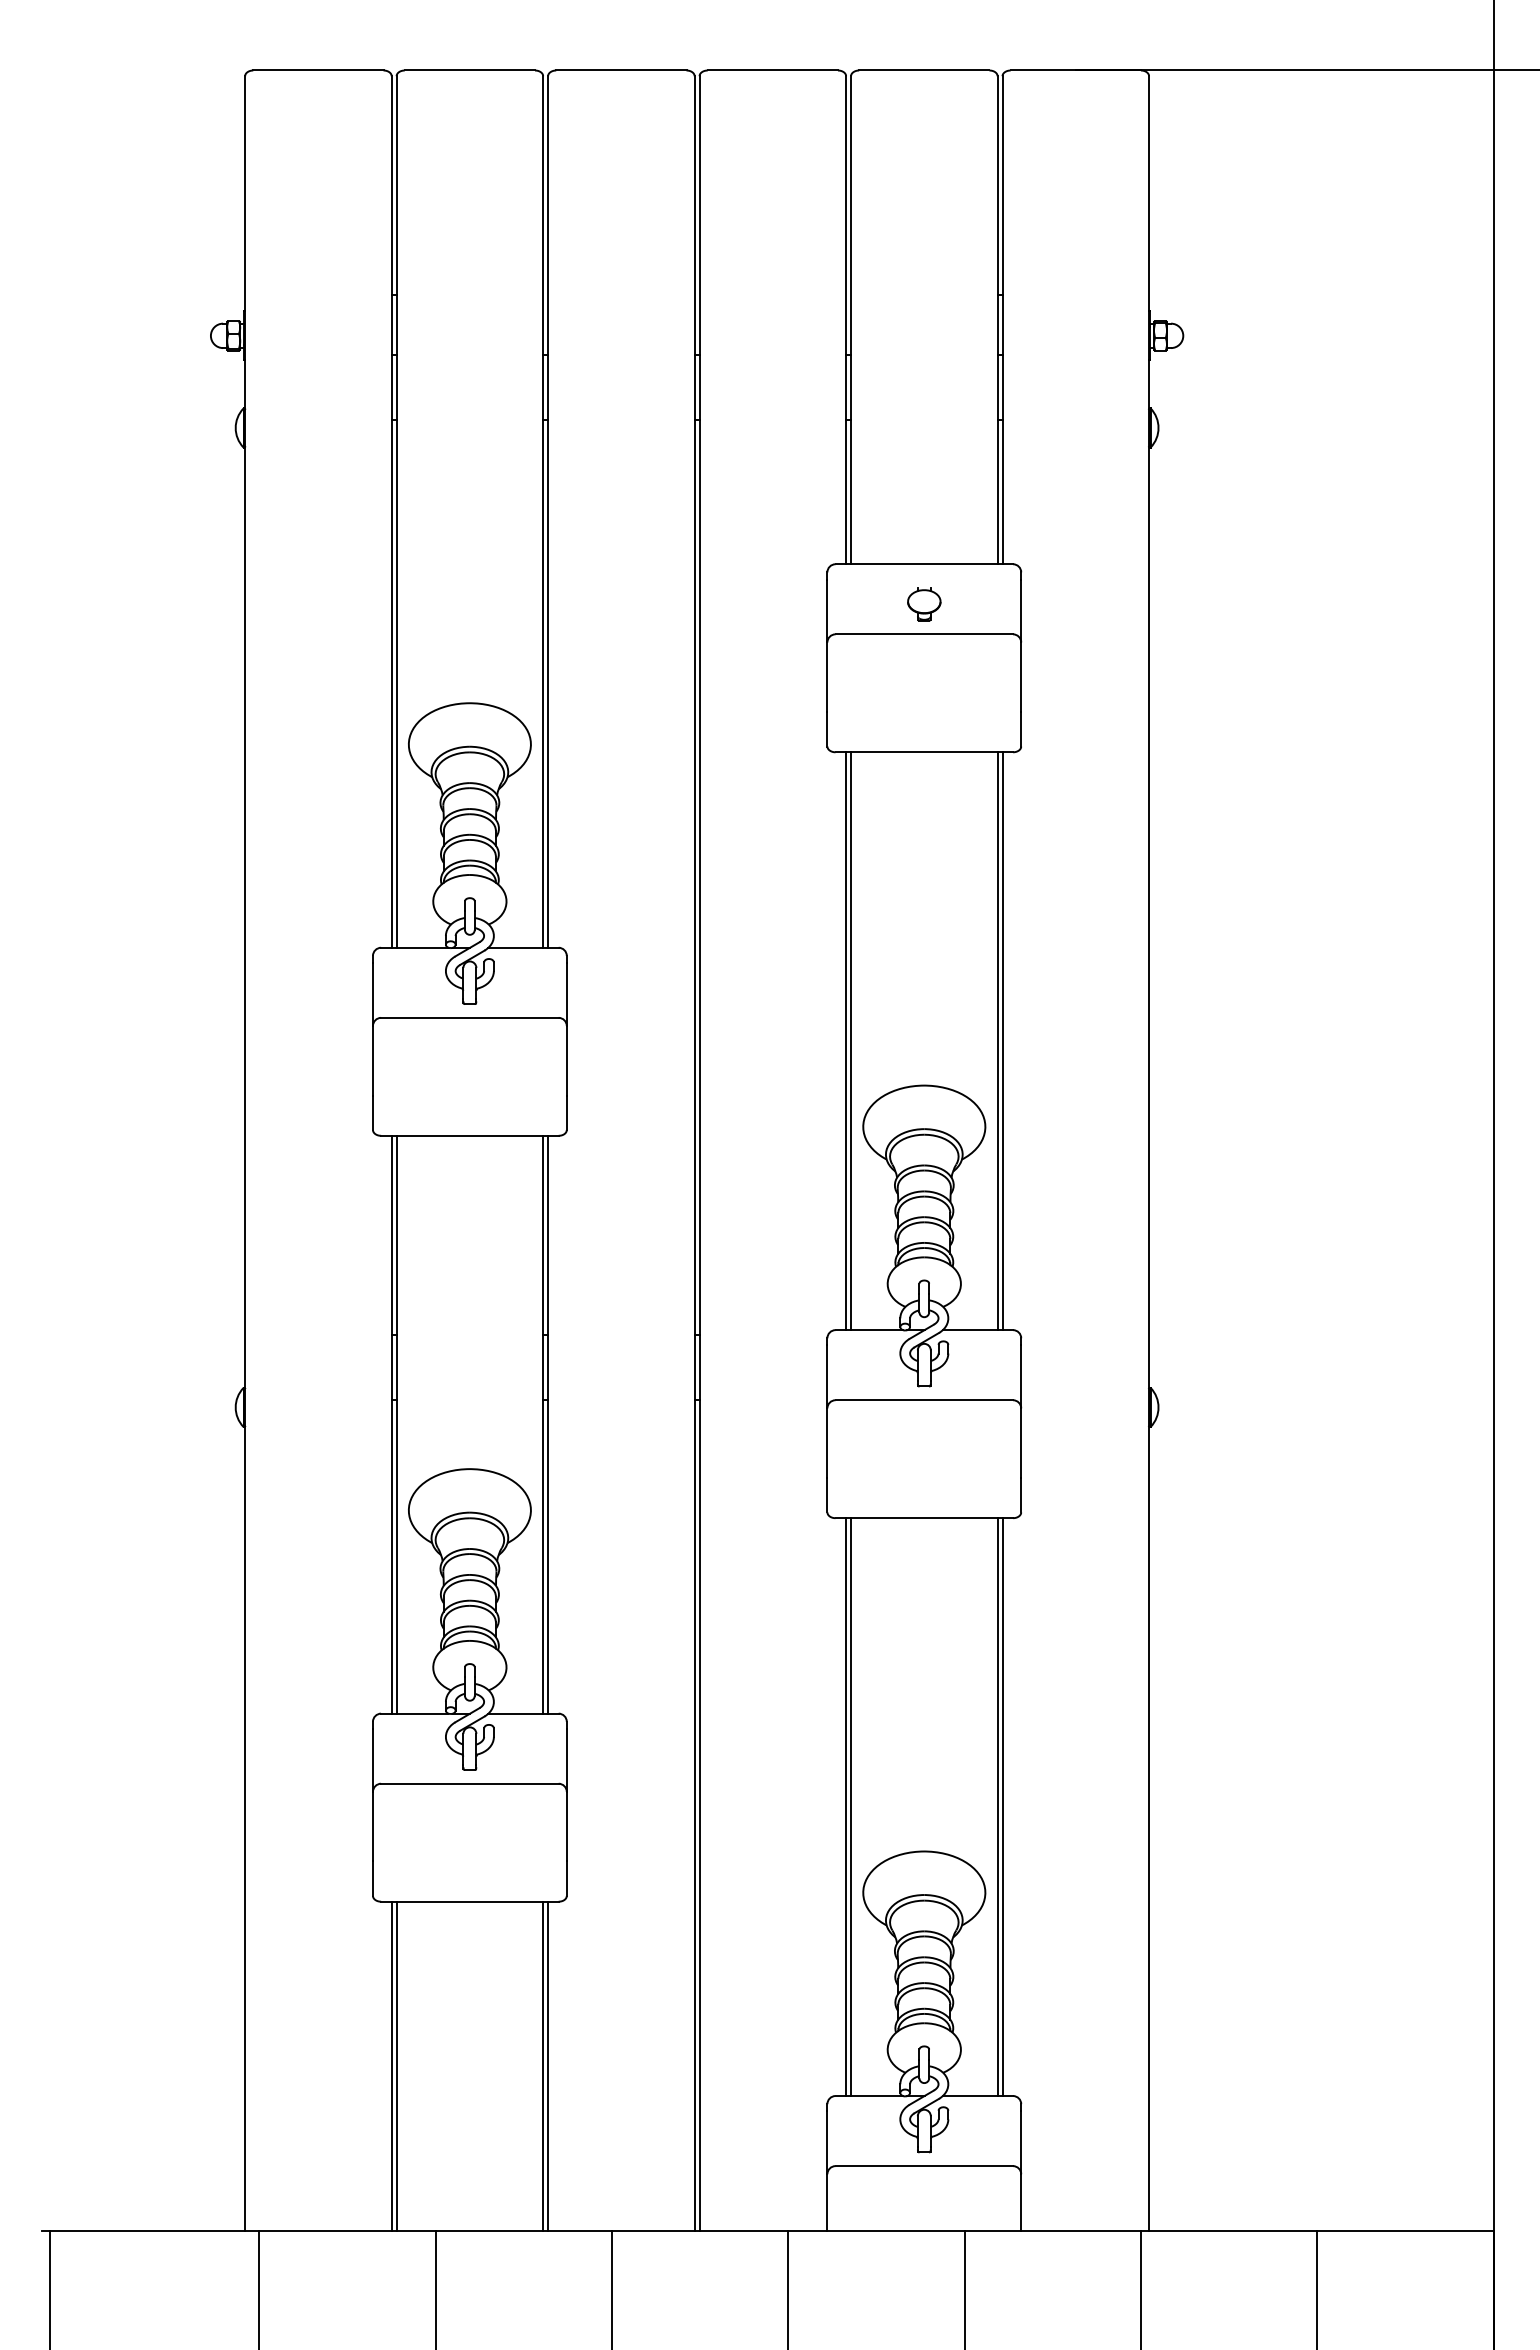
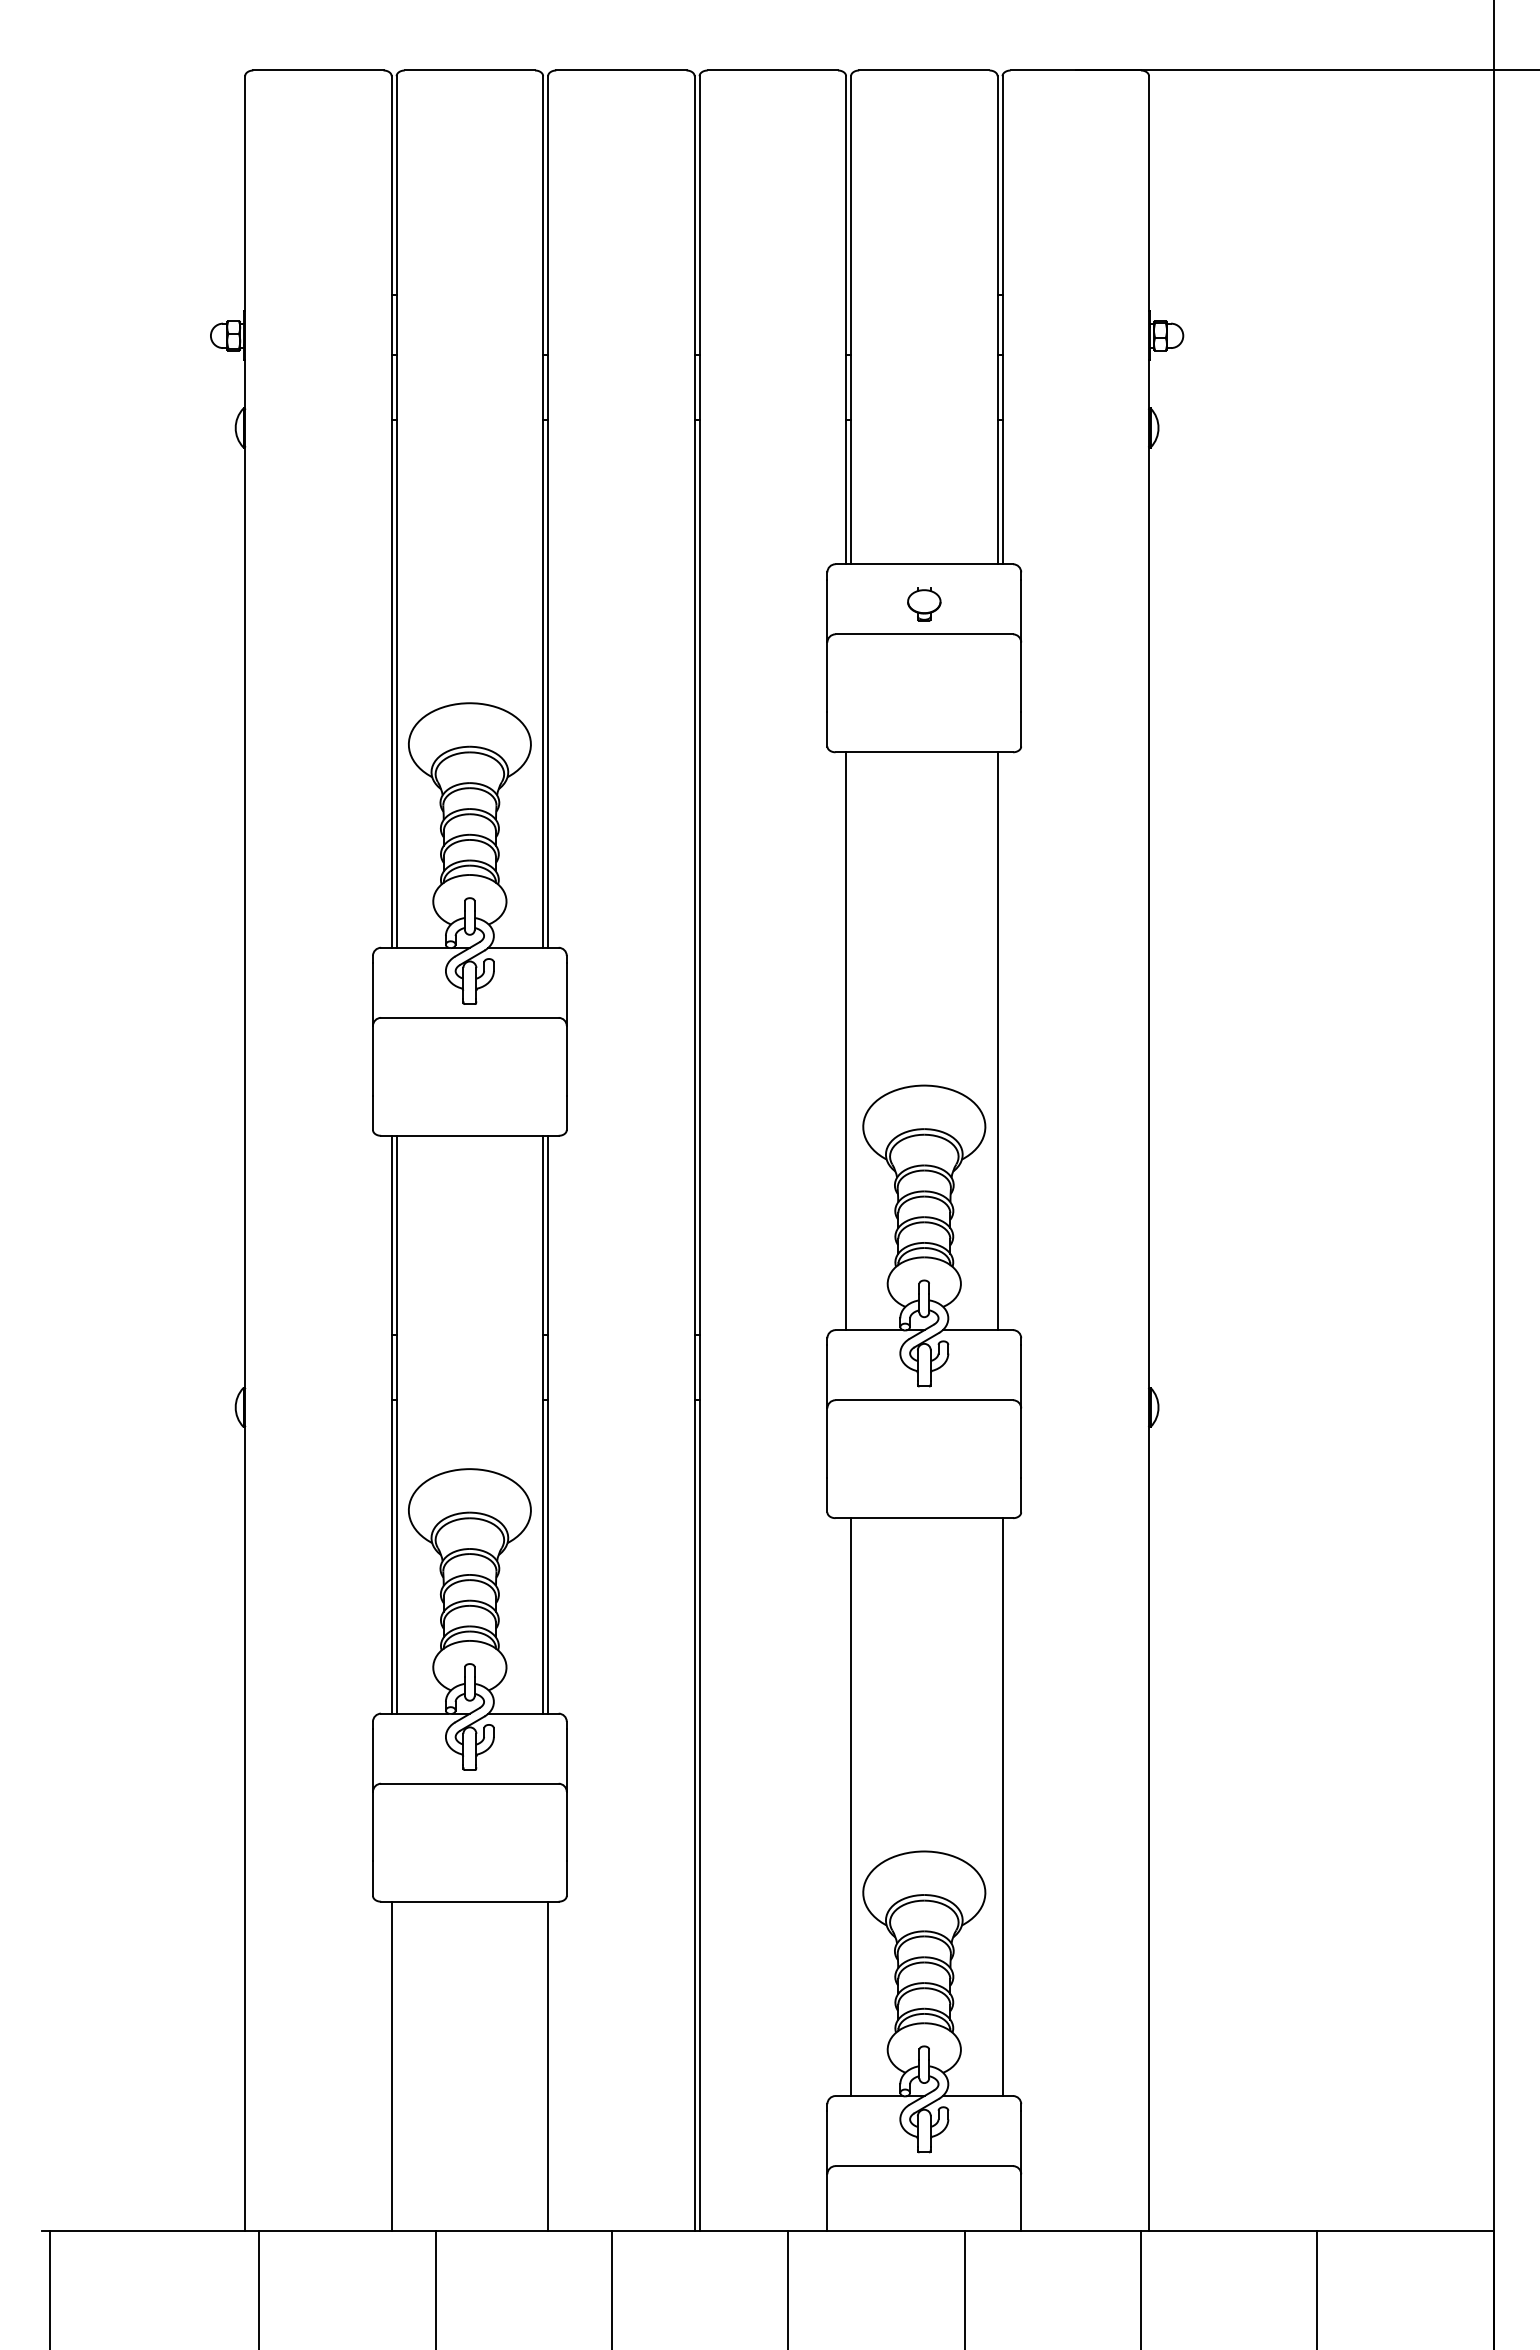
line at (851, 1041): present -> none
line at (1002, 1041): present -> none
line at (846, 1807): present -> none
line at (997, 1807): present -> none
line at (396, 2065): present -> none
line at (543, 2065): present -> none
